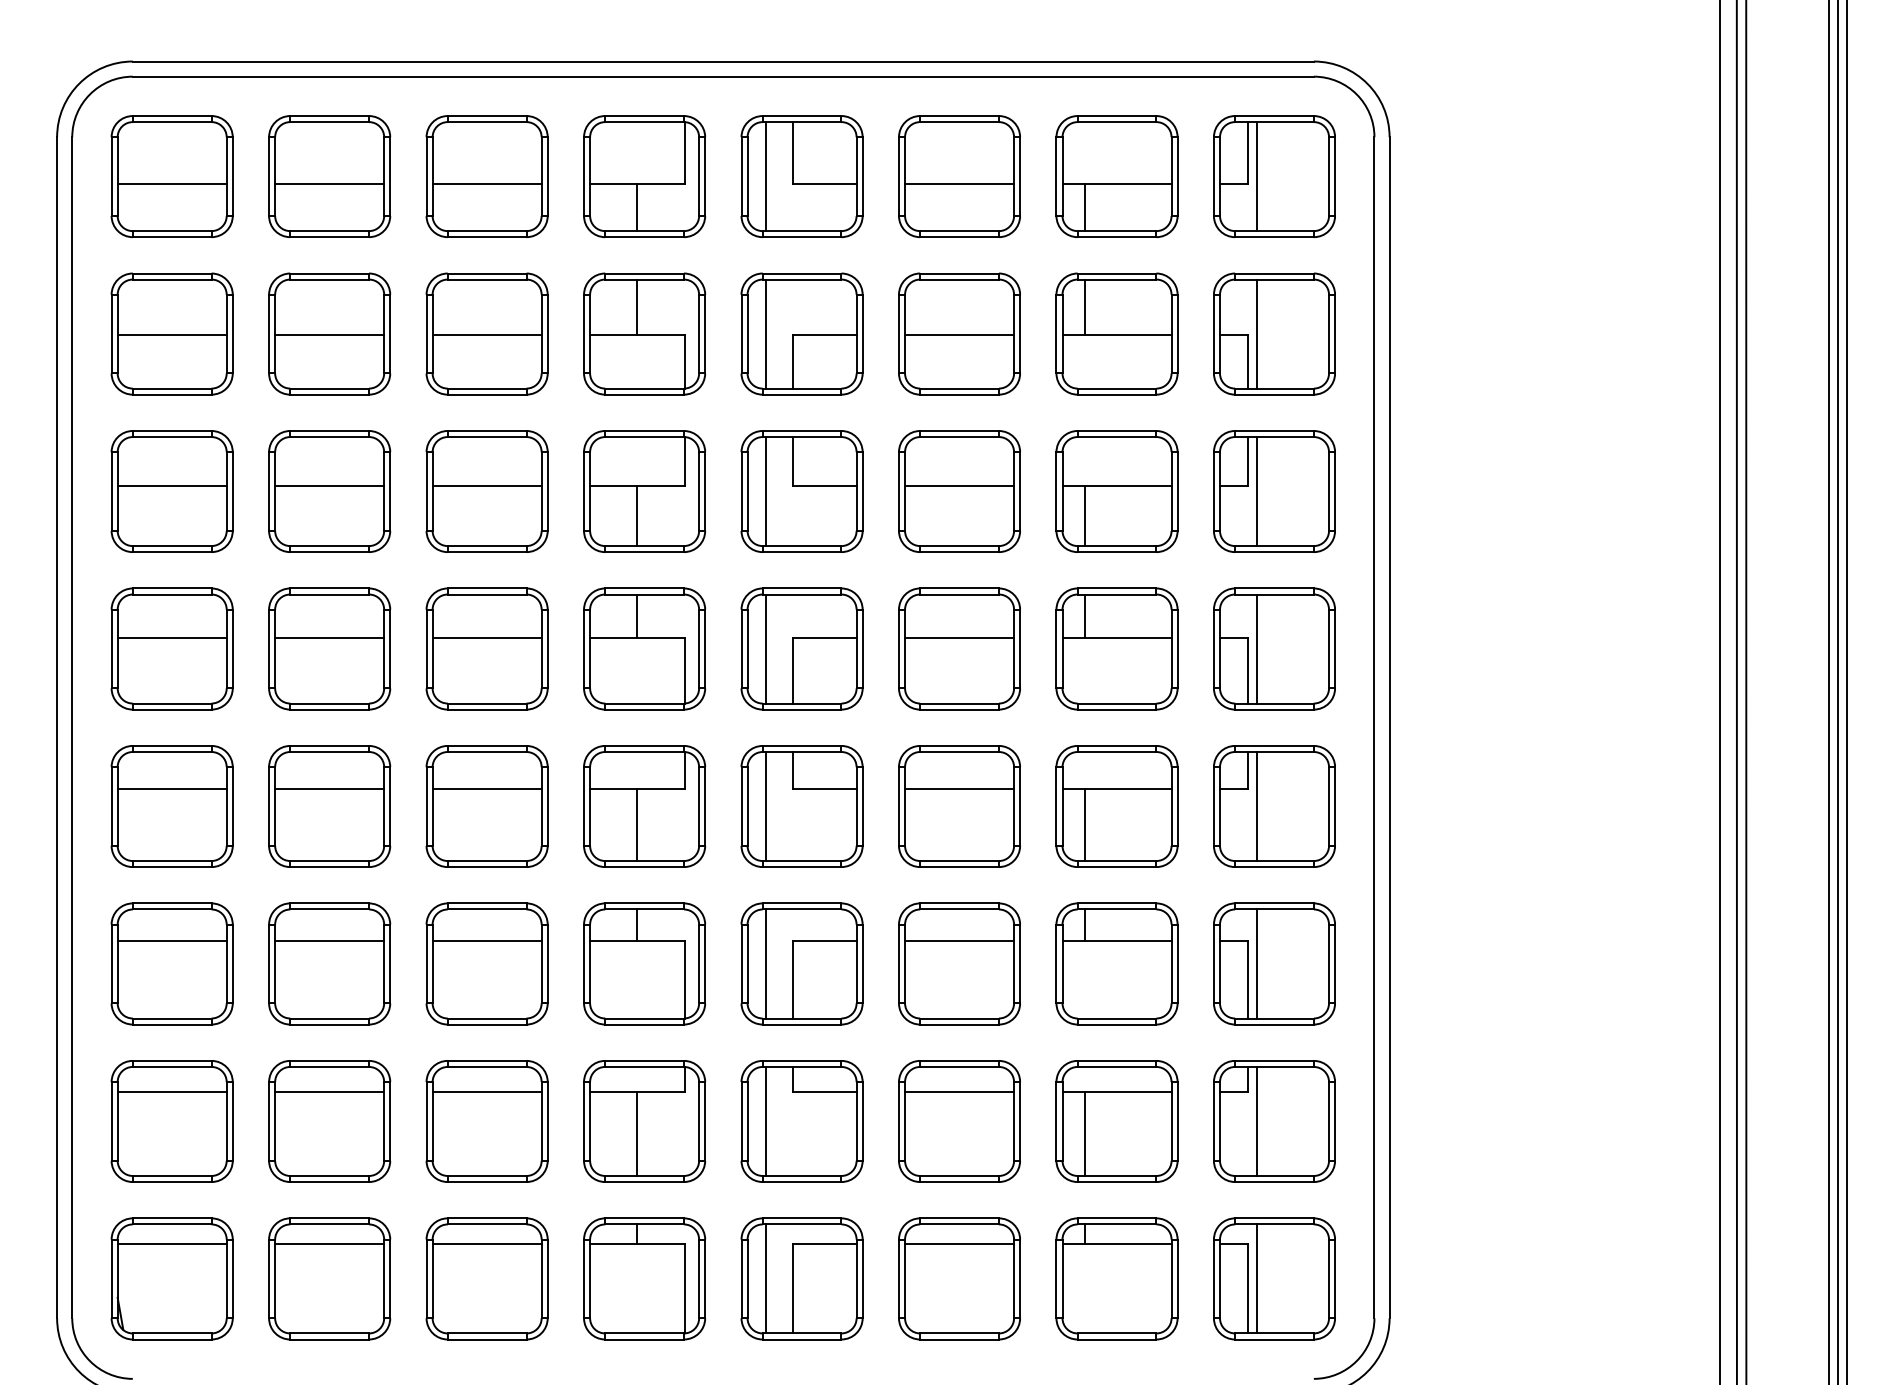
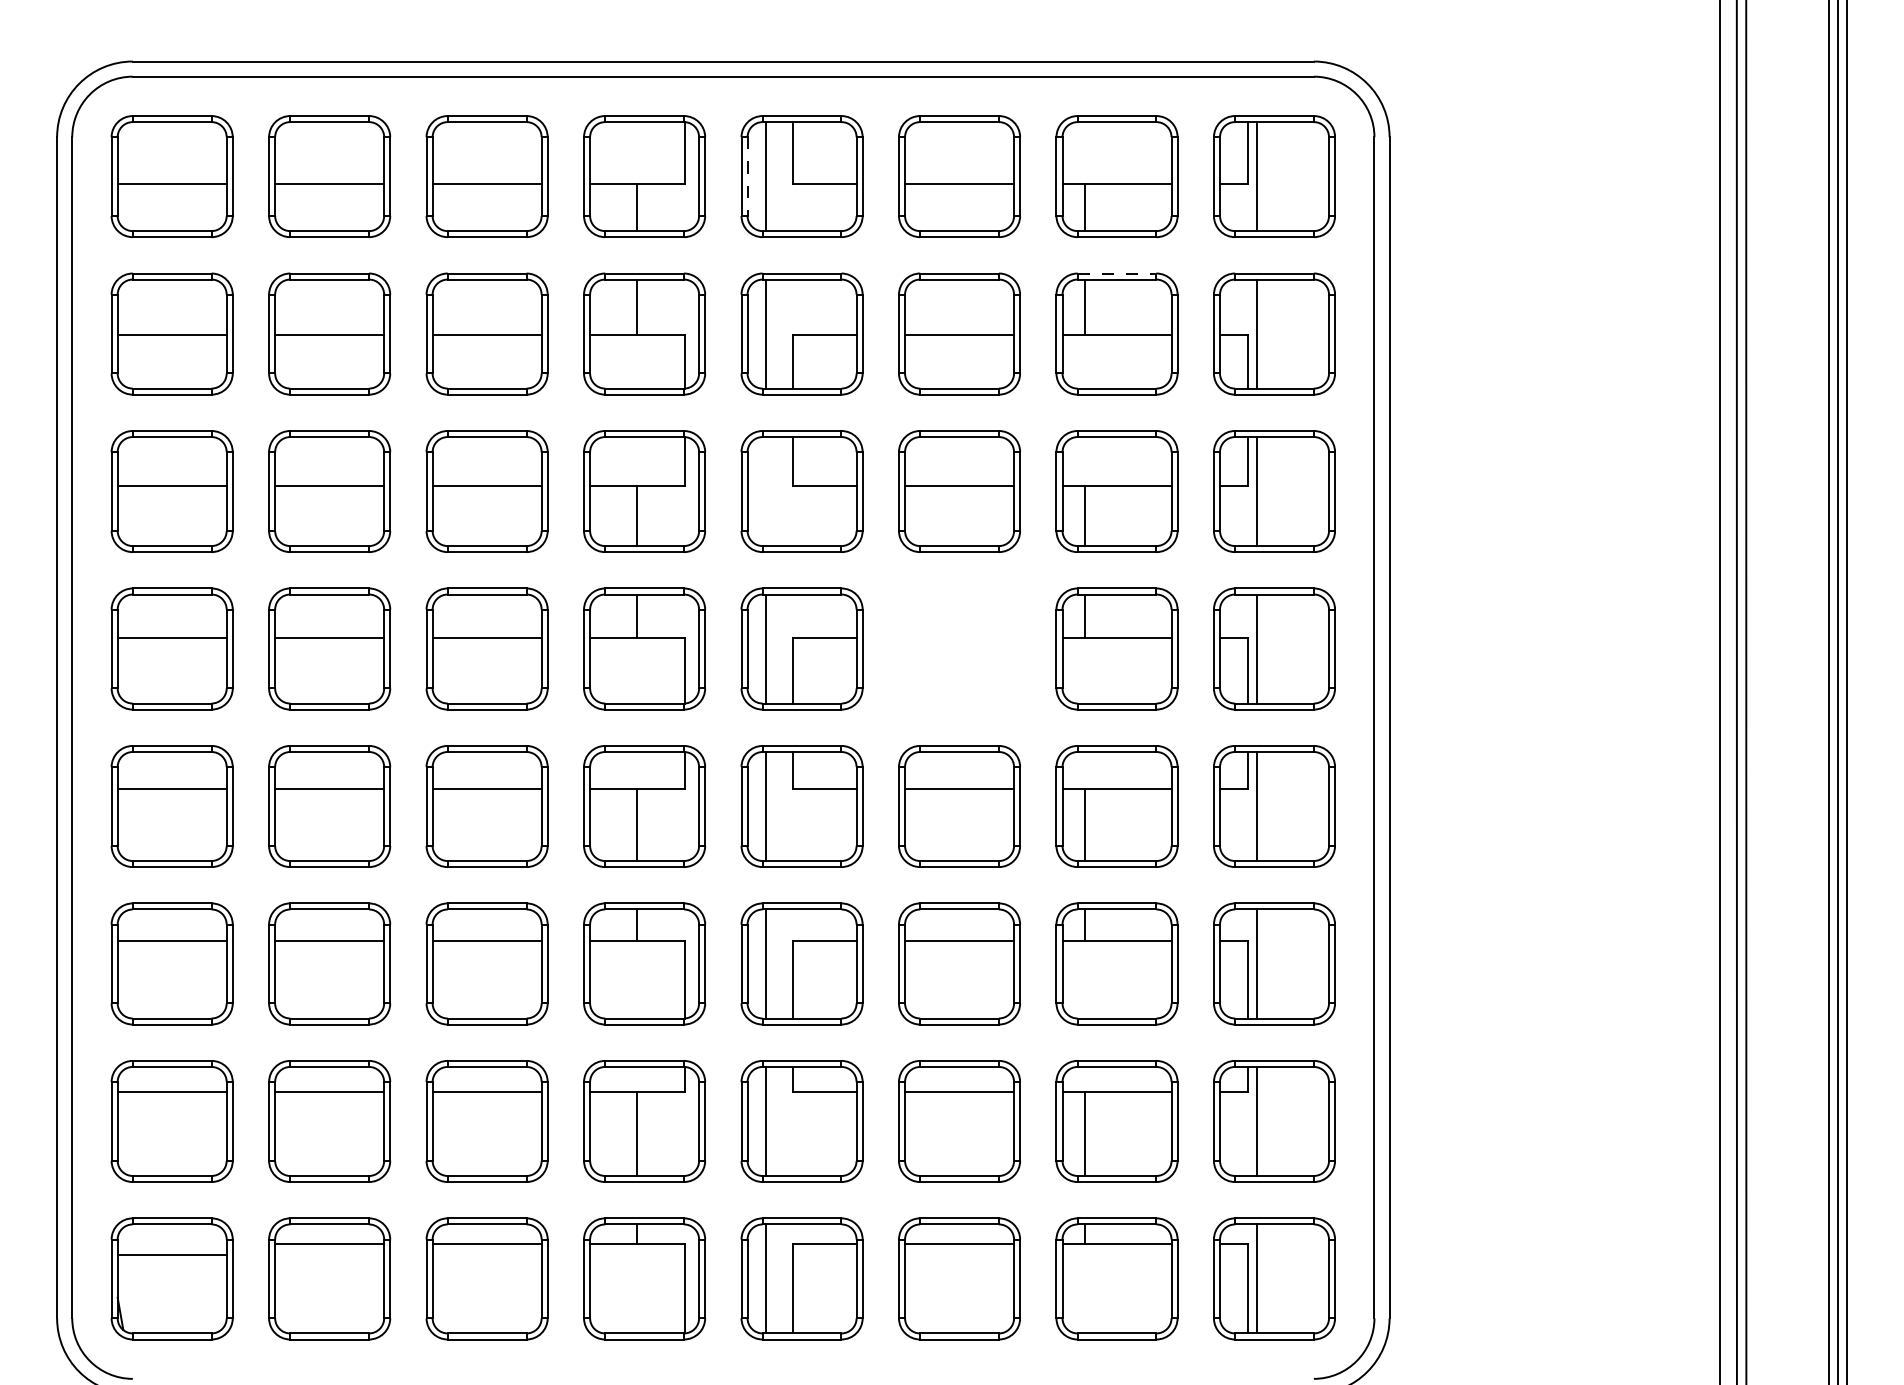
line at (747, 177): solid -> dashed
line at (1117, 273): solid -> dashed
line at (766, 491): present -> none
part at (959, 648): present -> none
line at (171, 1243) position: (171, 1243) -> (171, 1254)
